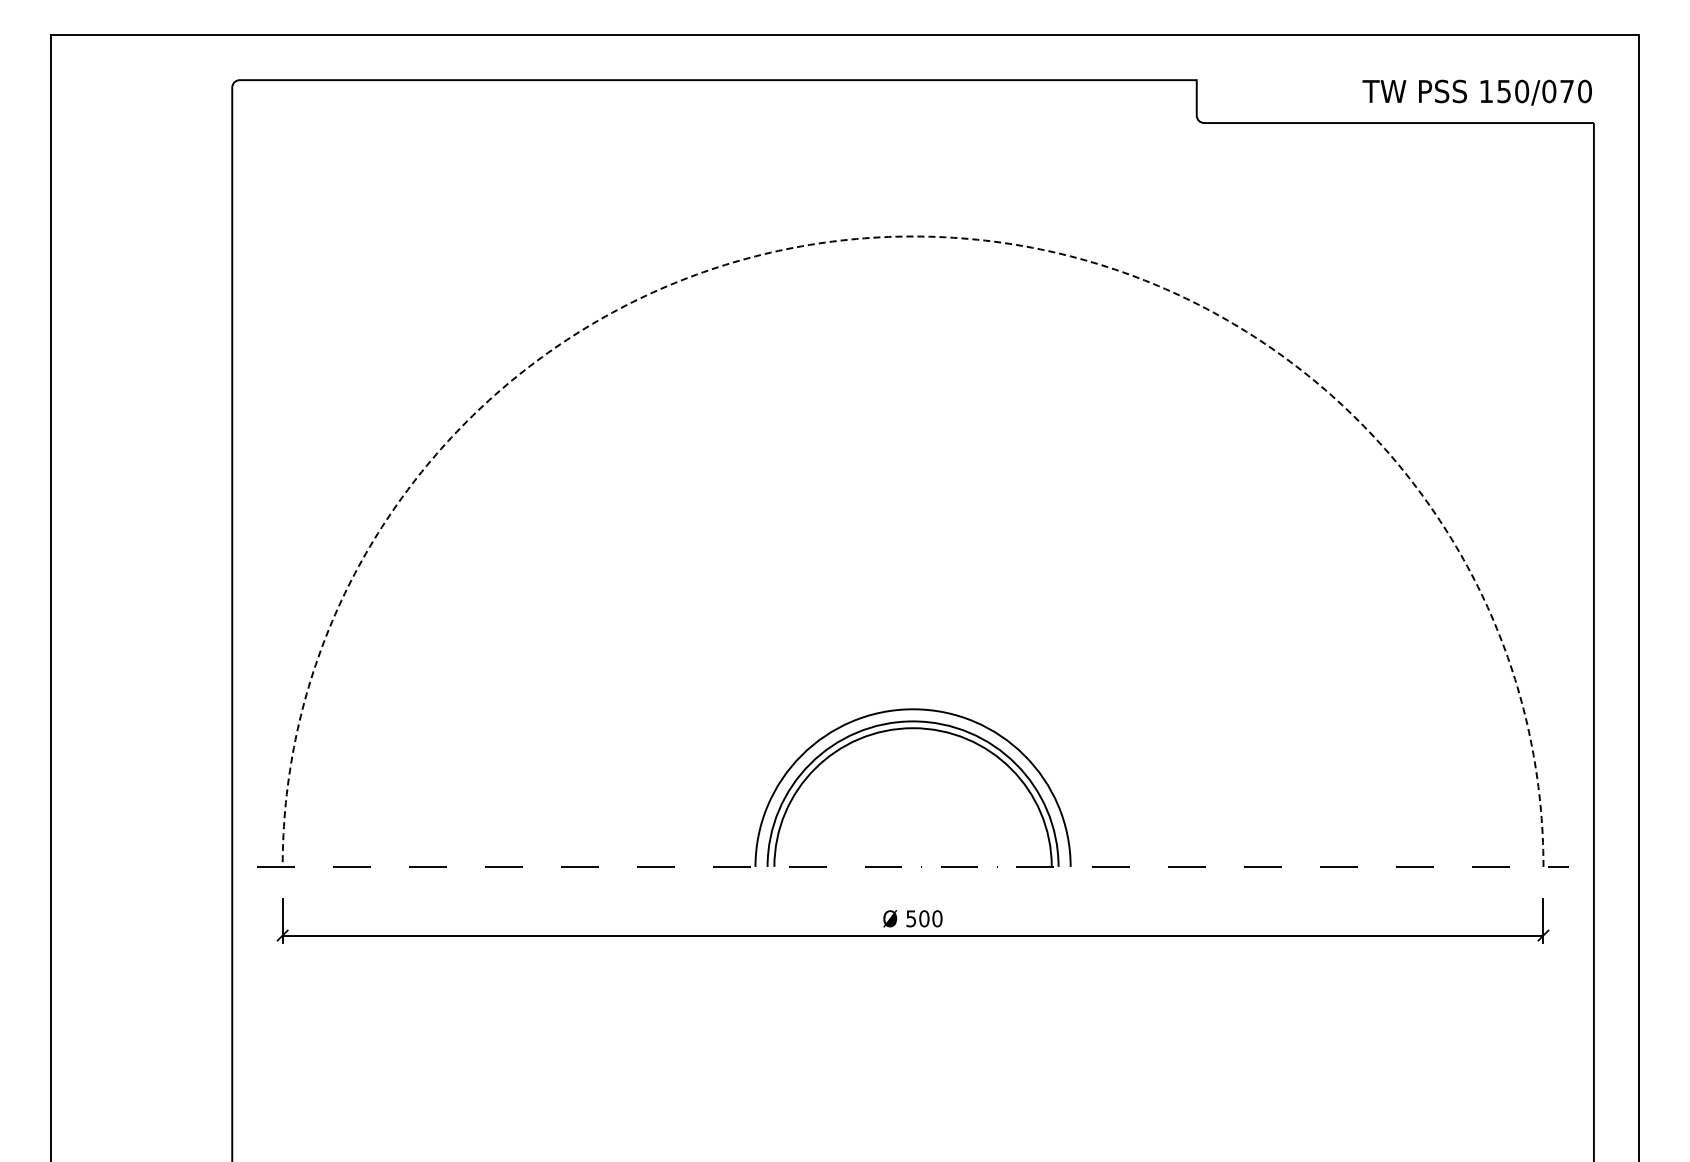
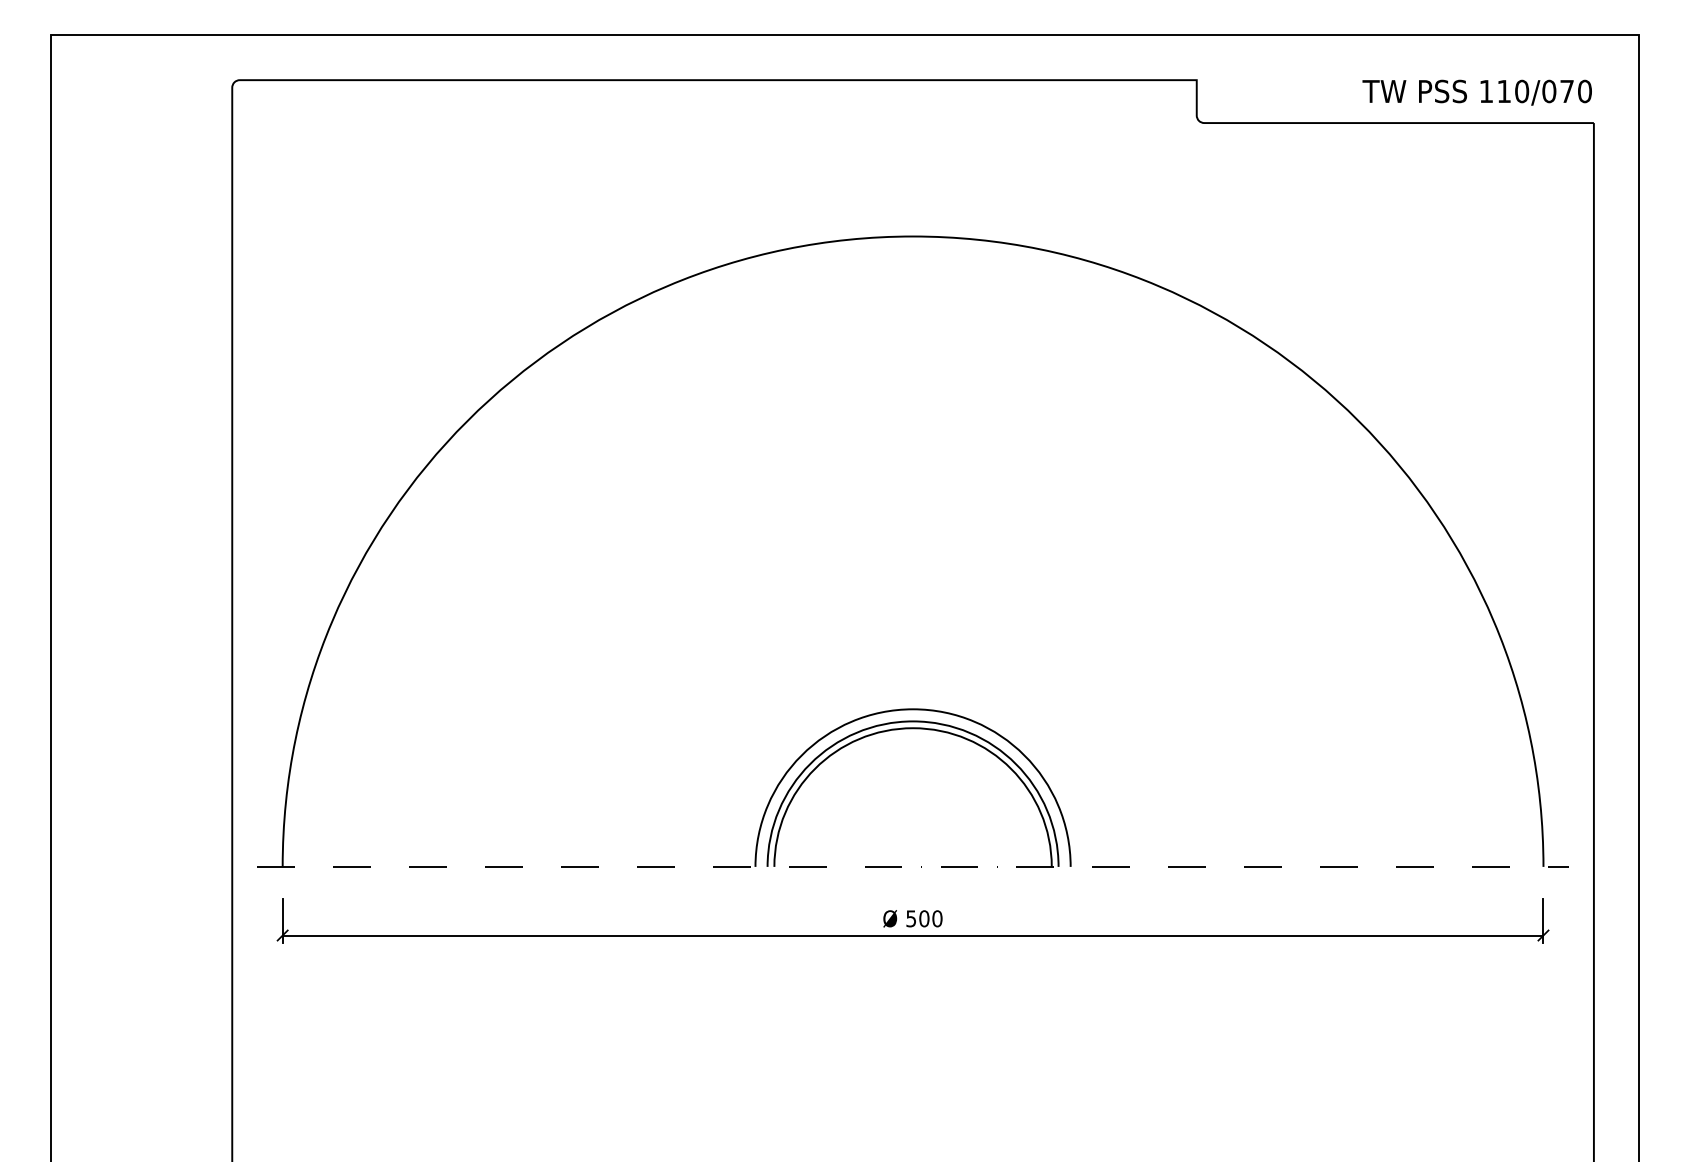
text at (1503, 91): 150/070 -> 110/070
arc at (913, 236): dashed -> solid
